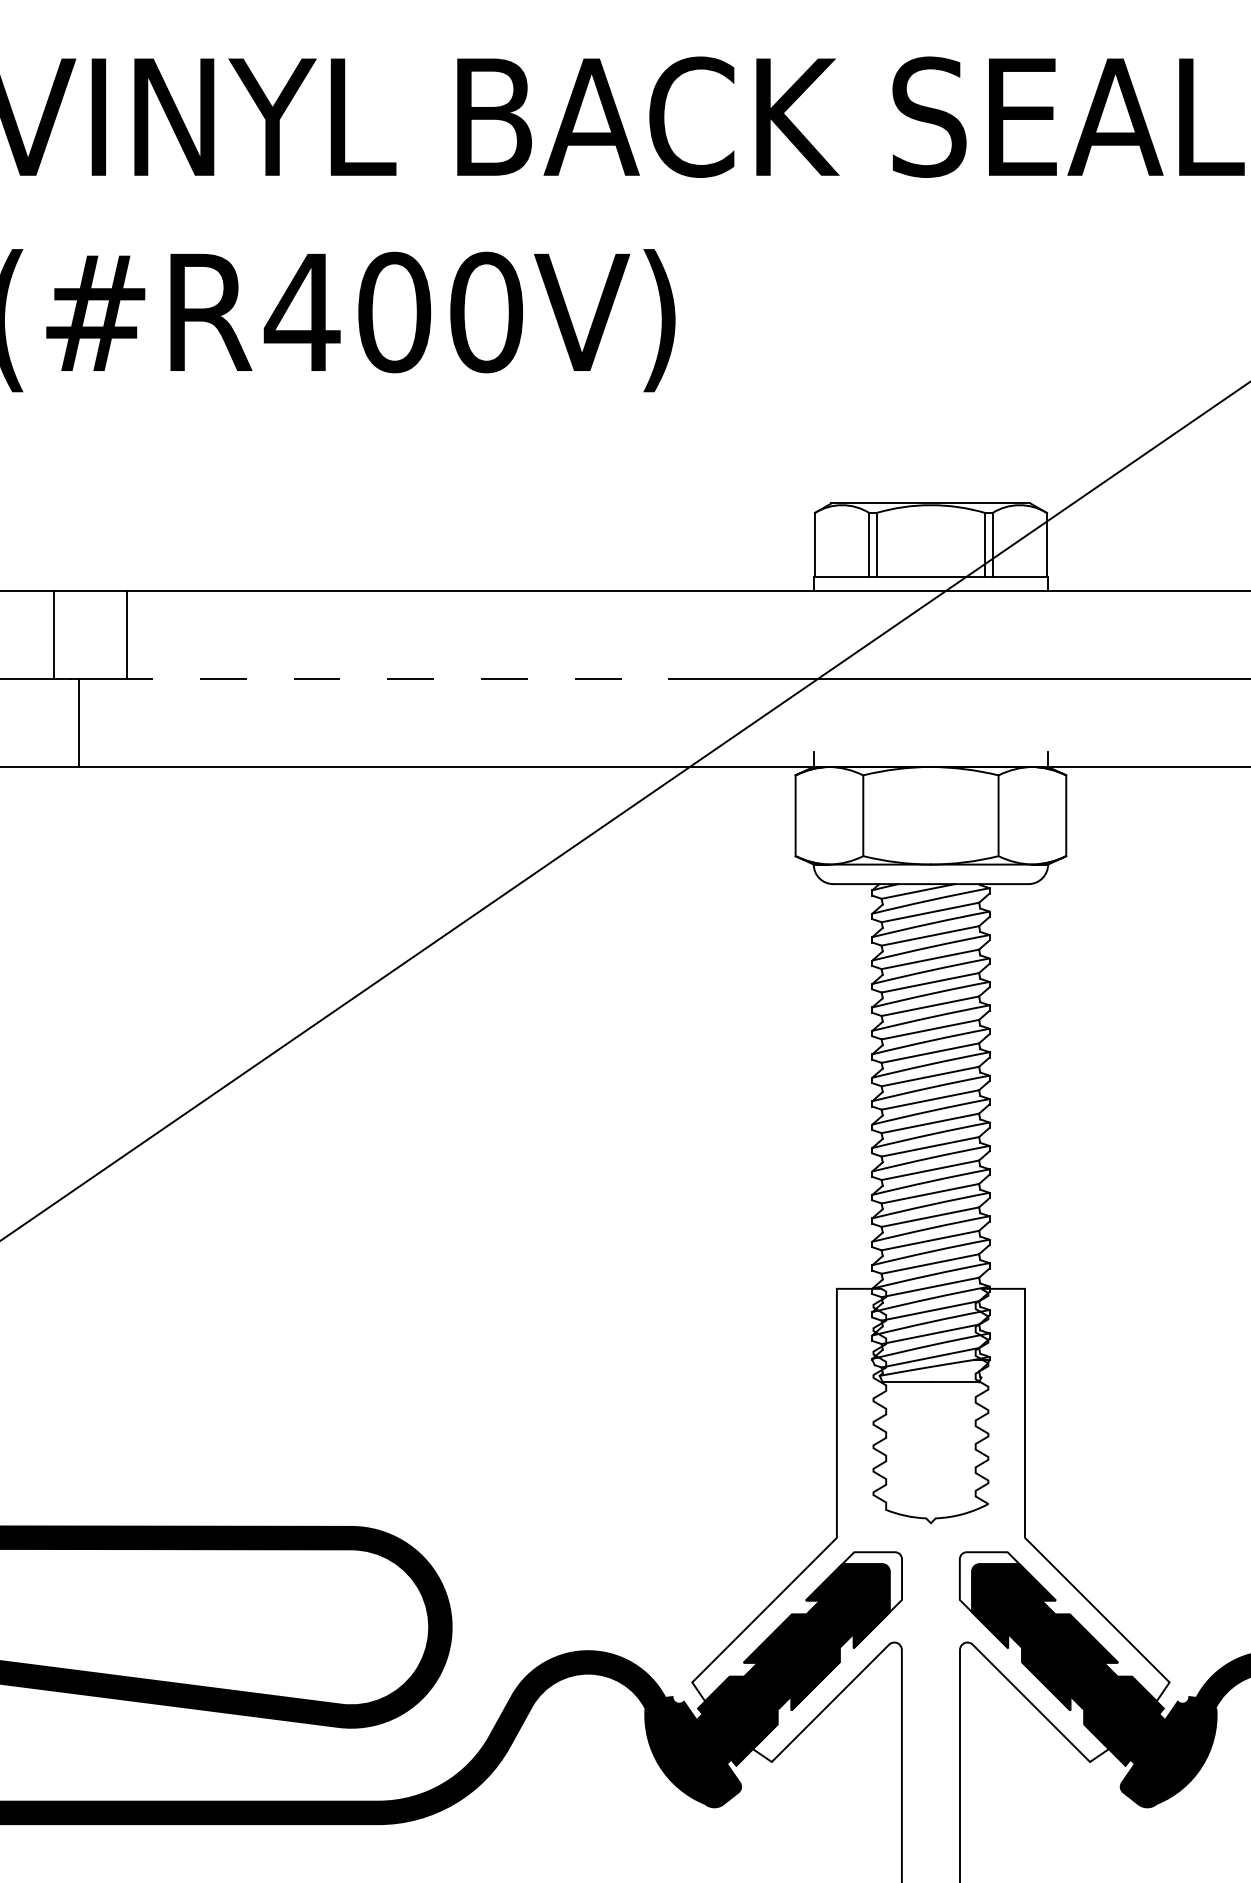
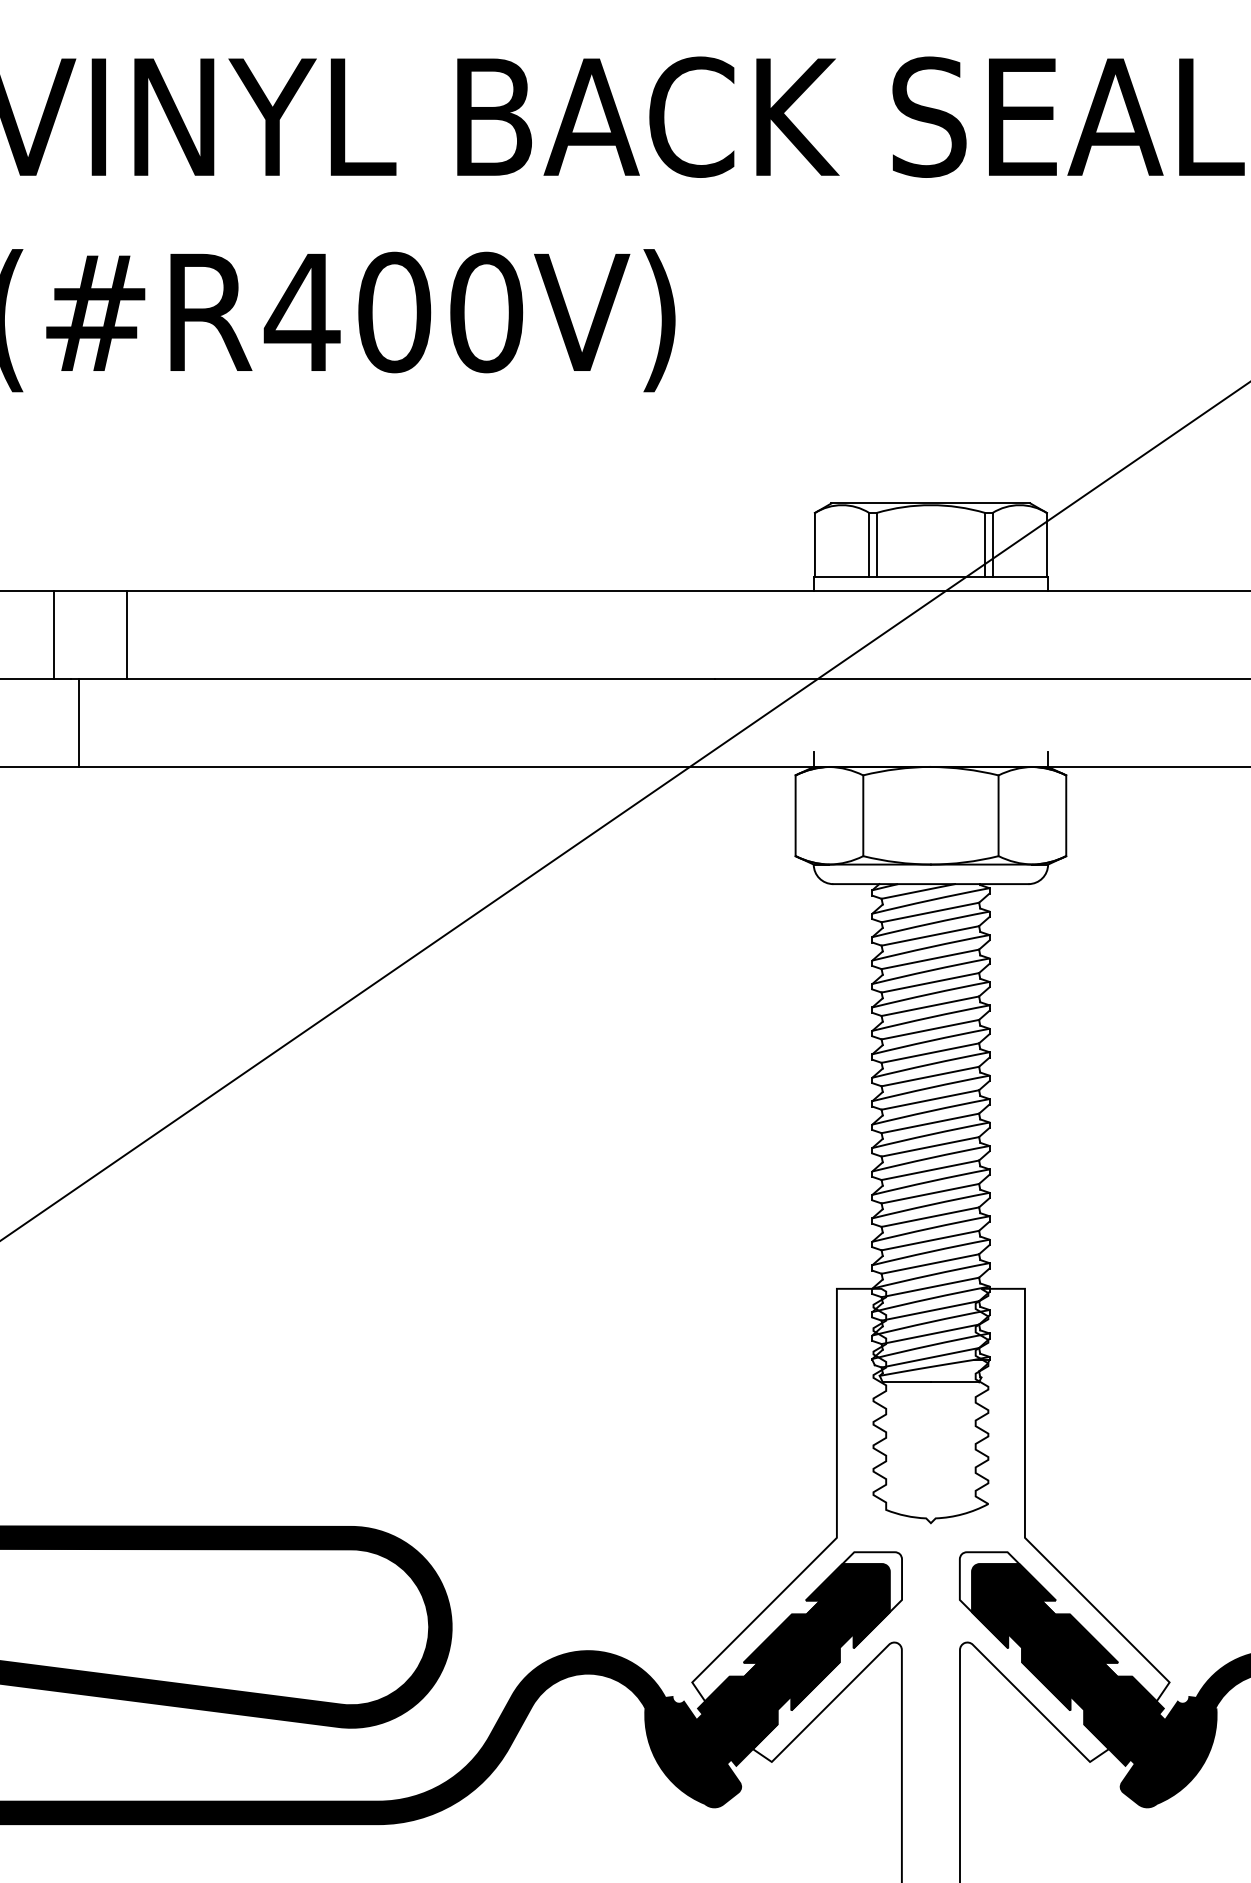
line at (420, 679): dashed -> solid
